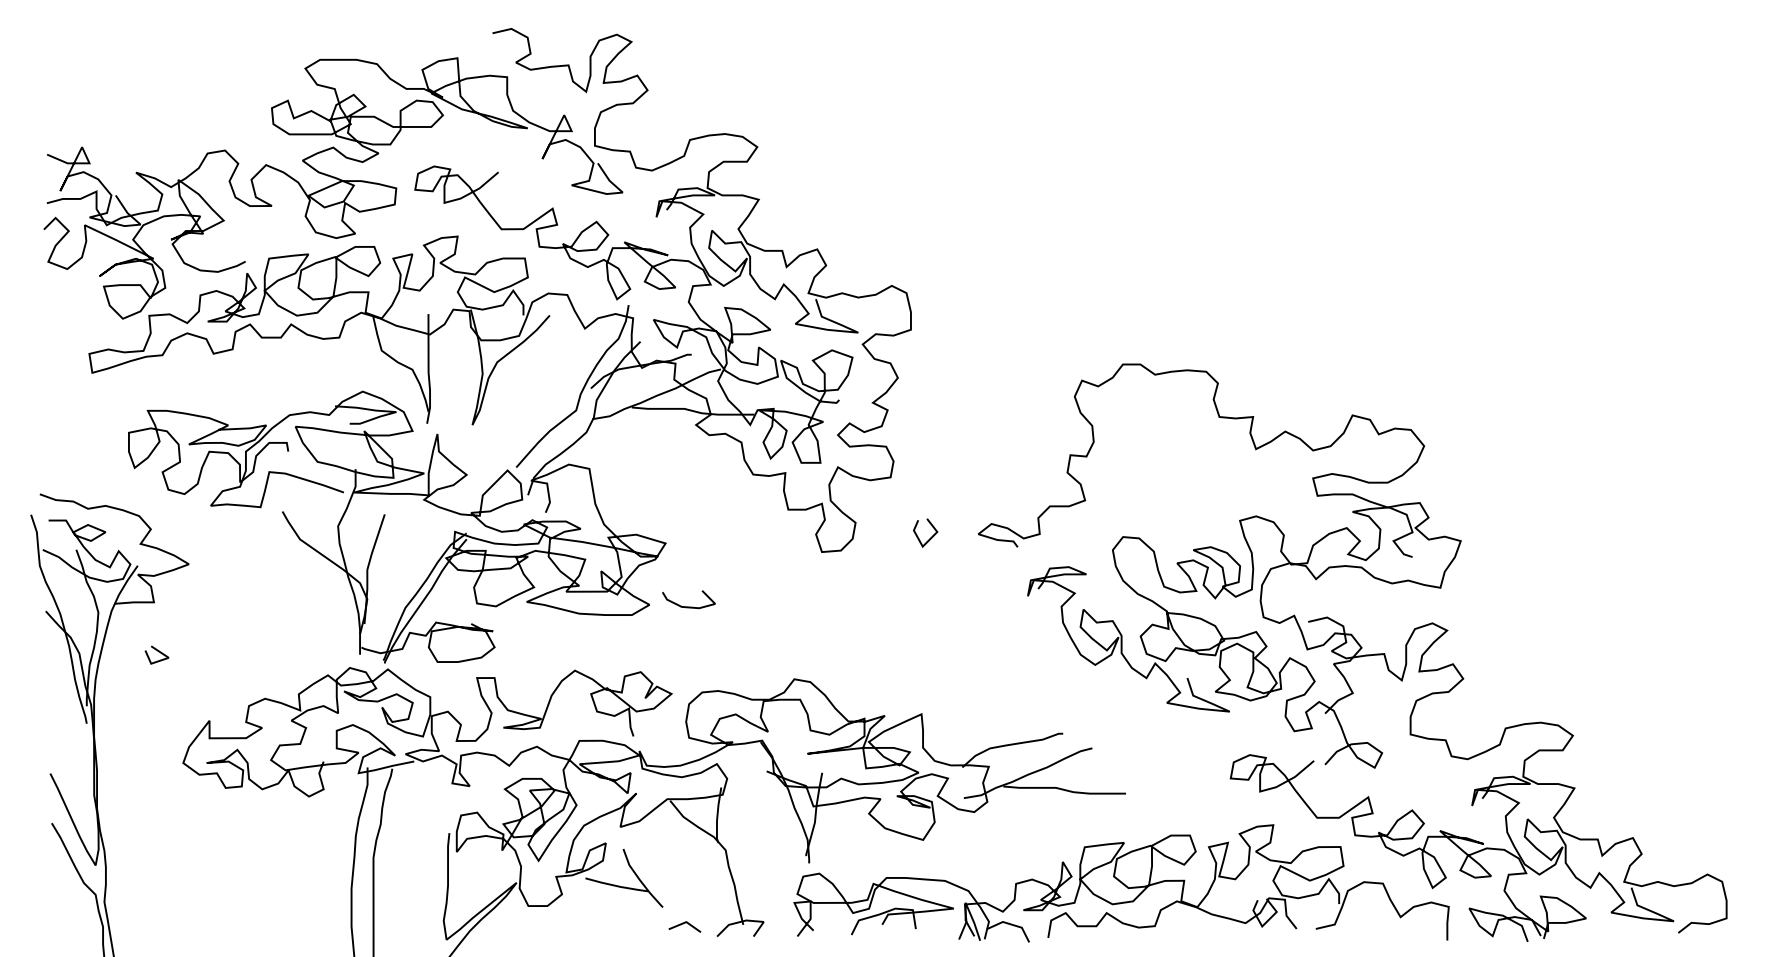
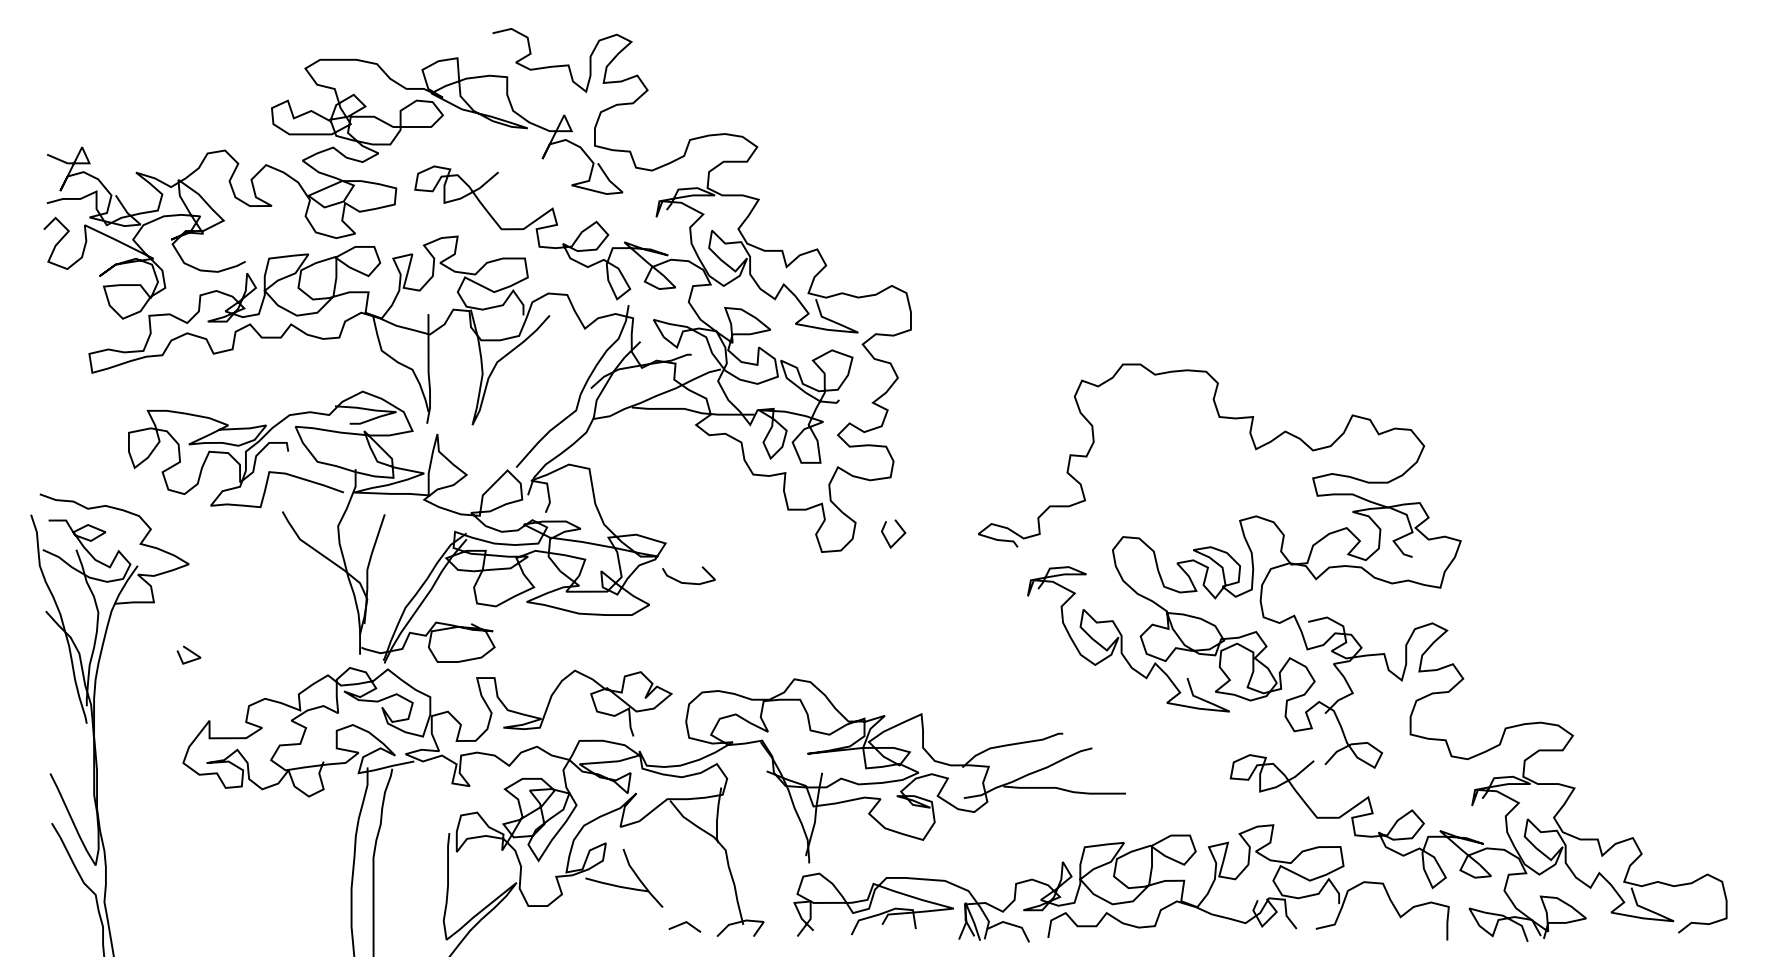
line at (930, 537) position: (930, 537) -> (898, 538)
curve at (688, 606) position: (688, 606) -> (688, 582)
line at (158, 652) position: (158, 652) -> (190, 652)
